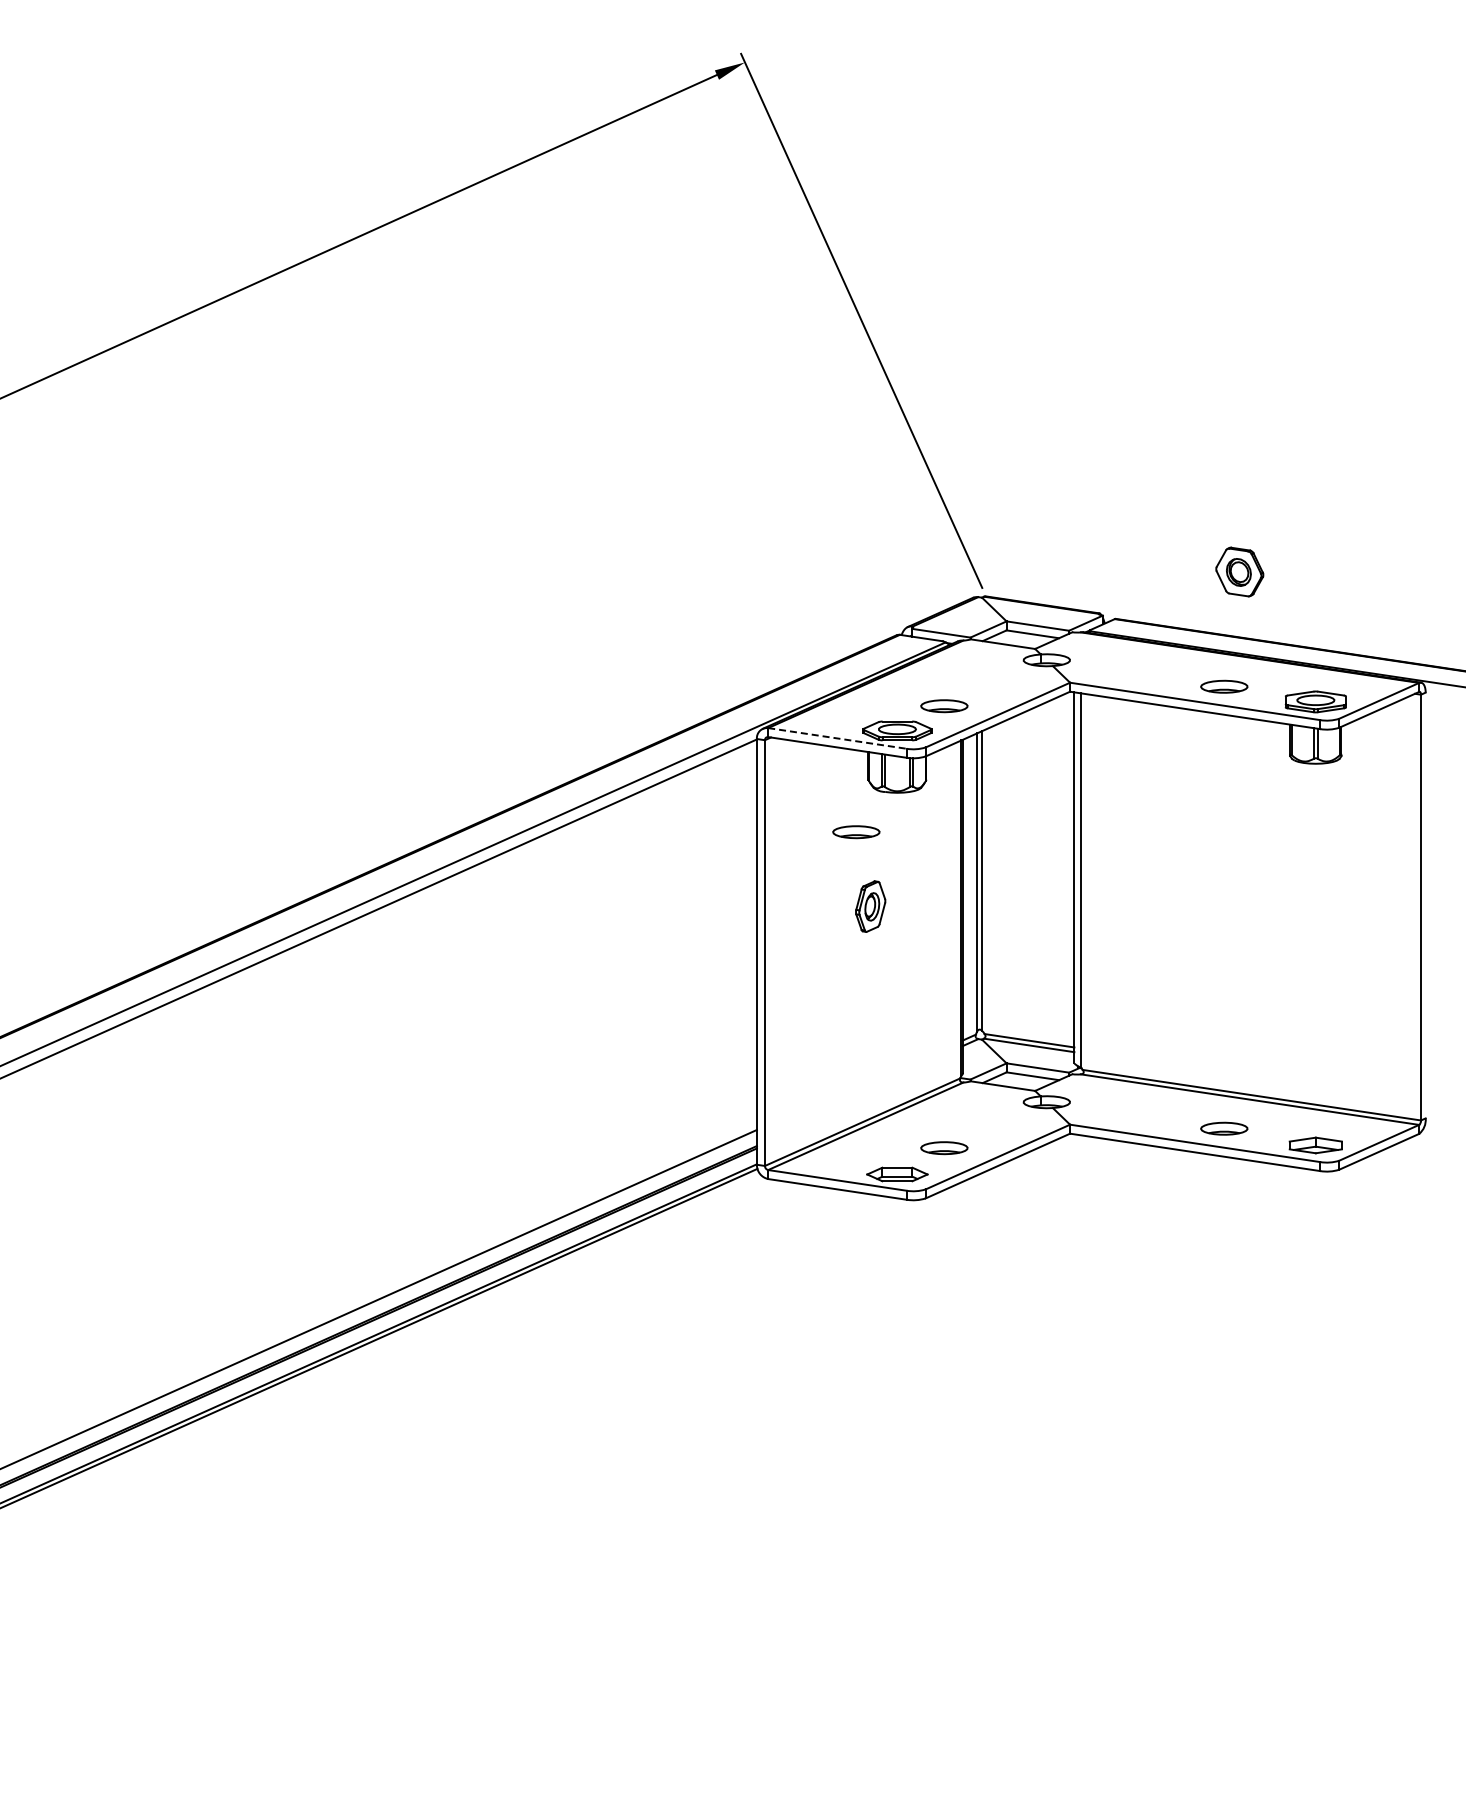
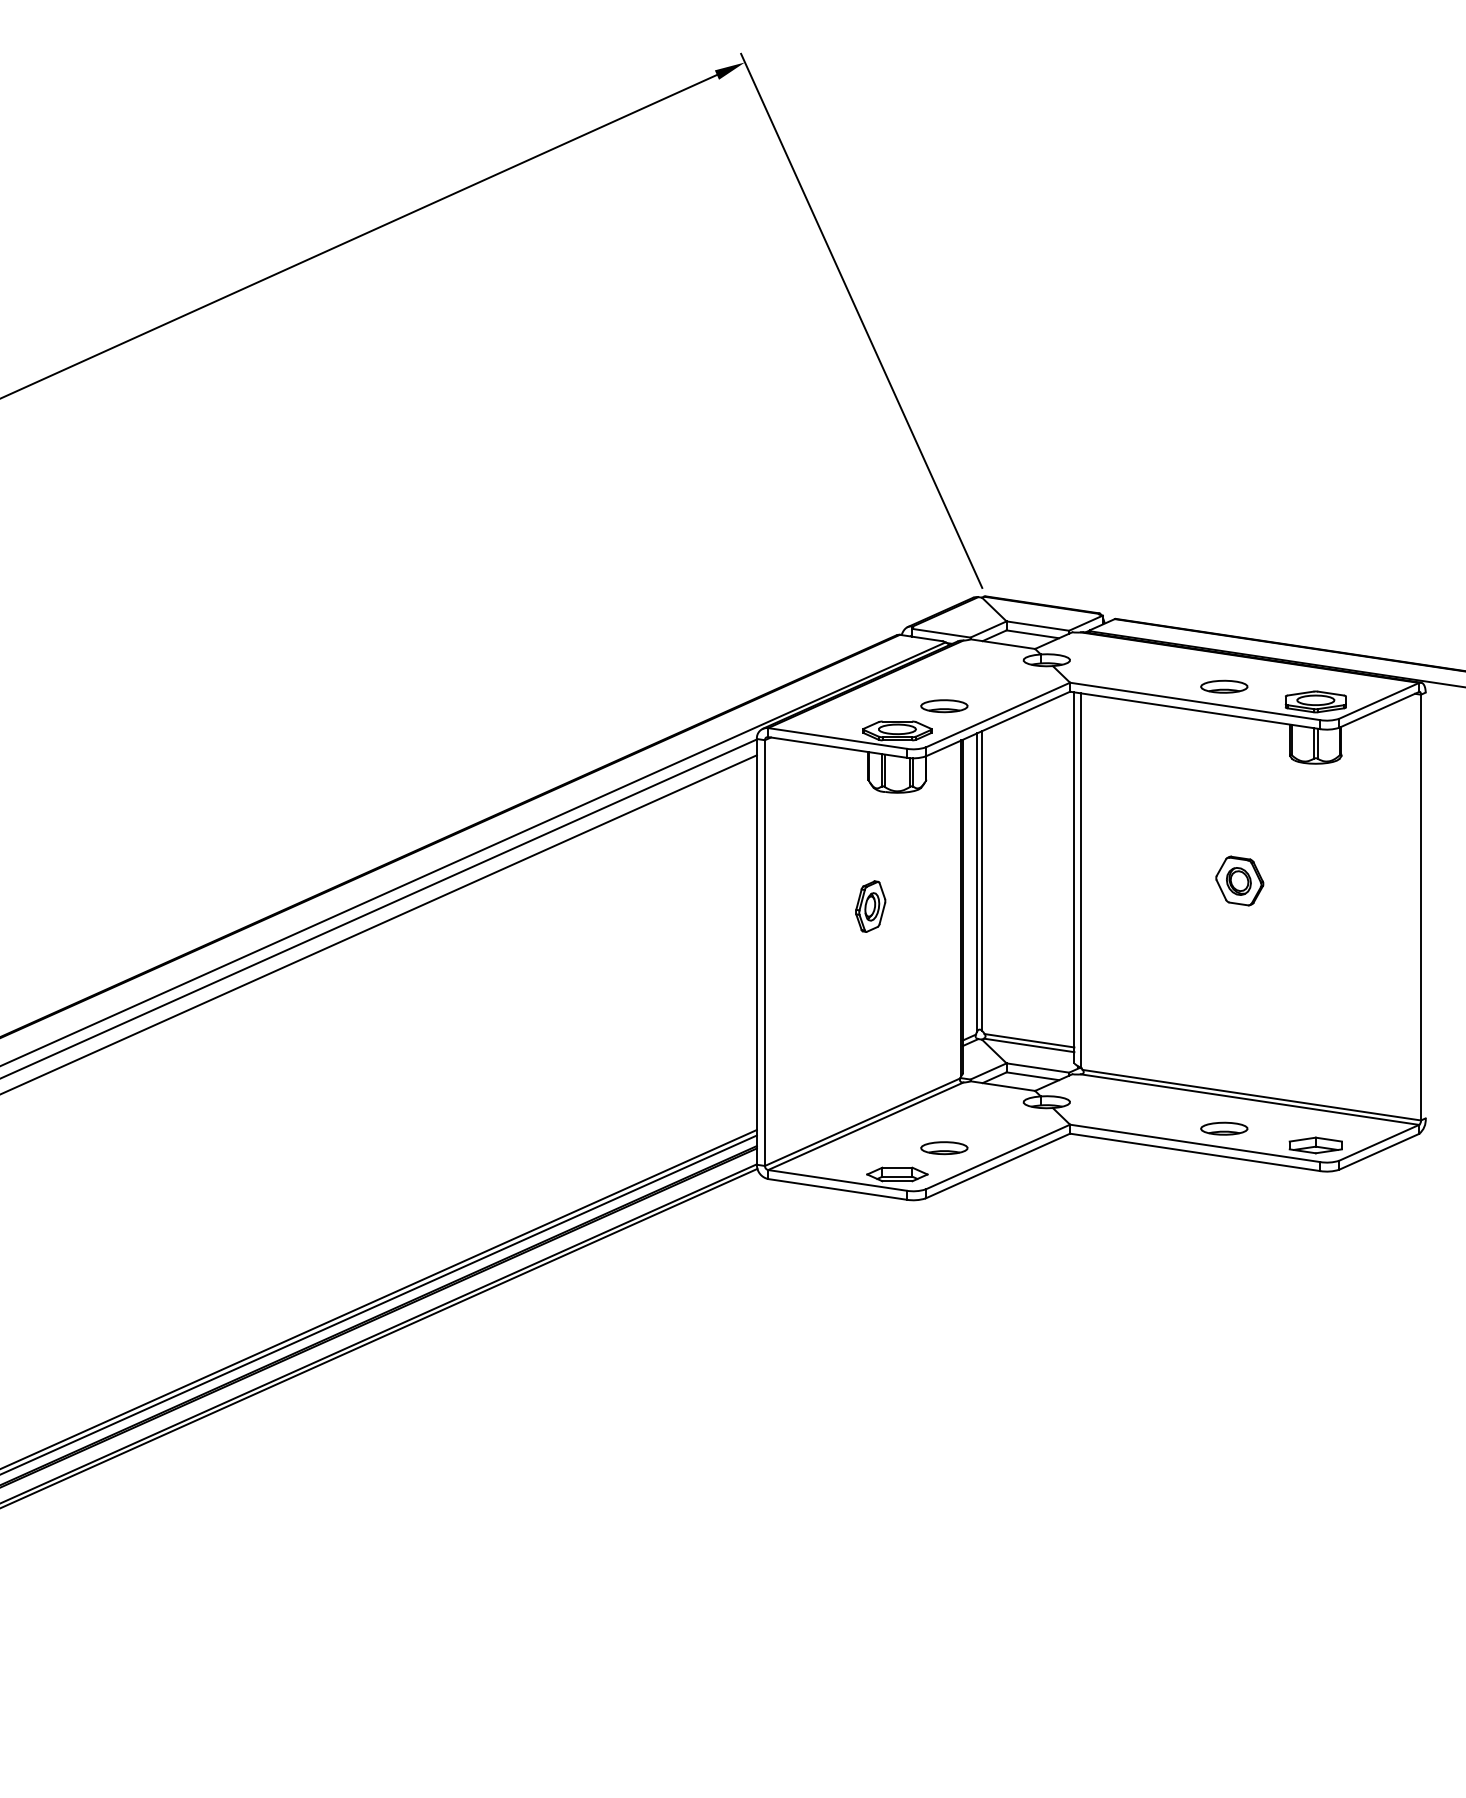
part at (1239, 571) position: (1239, 571) -> (1239, 880)
line at (837, 738): dashed -> solid
part at (856, 832): present -> none
line at (379, 924): none -> present
line at (379, 1304): none -> present
